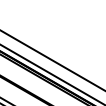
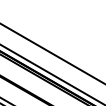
line at (52, 60) position: (52, 60) -> (52, 53)
